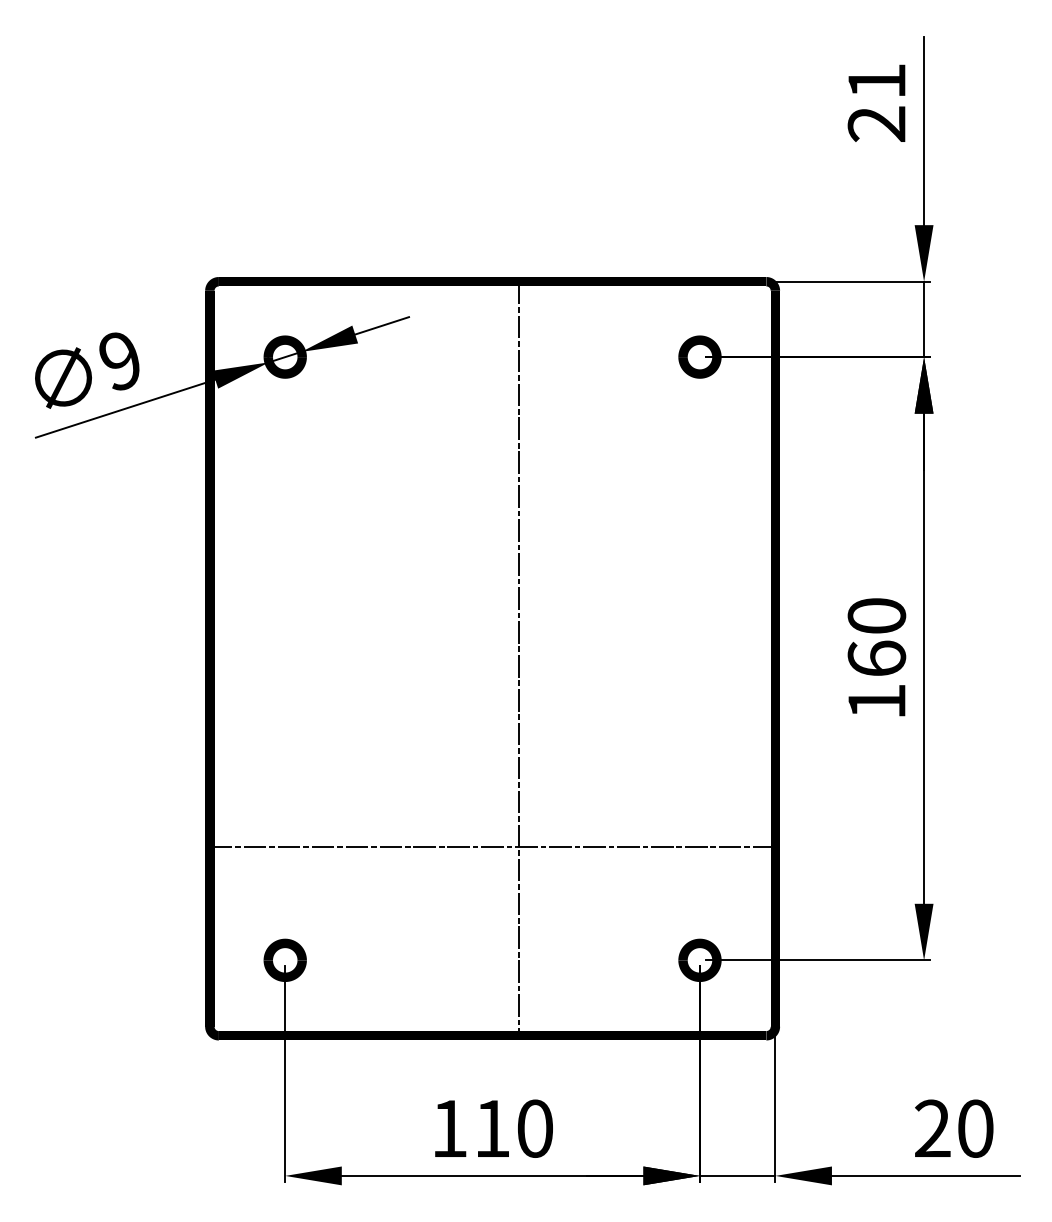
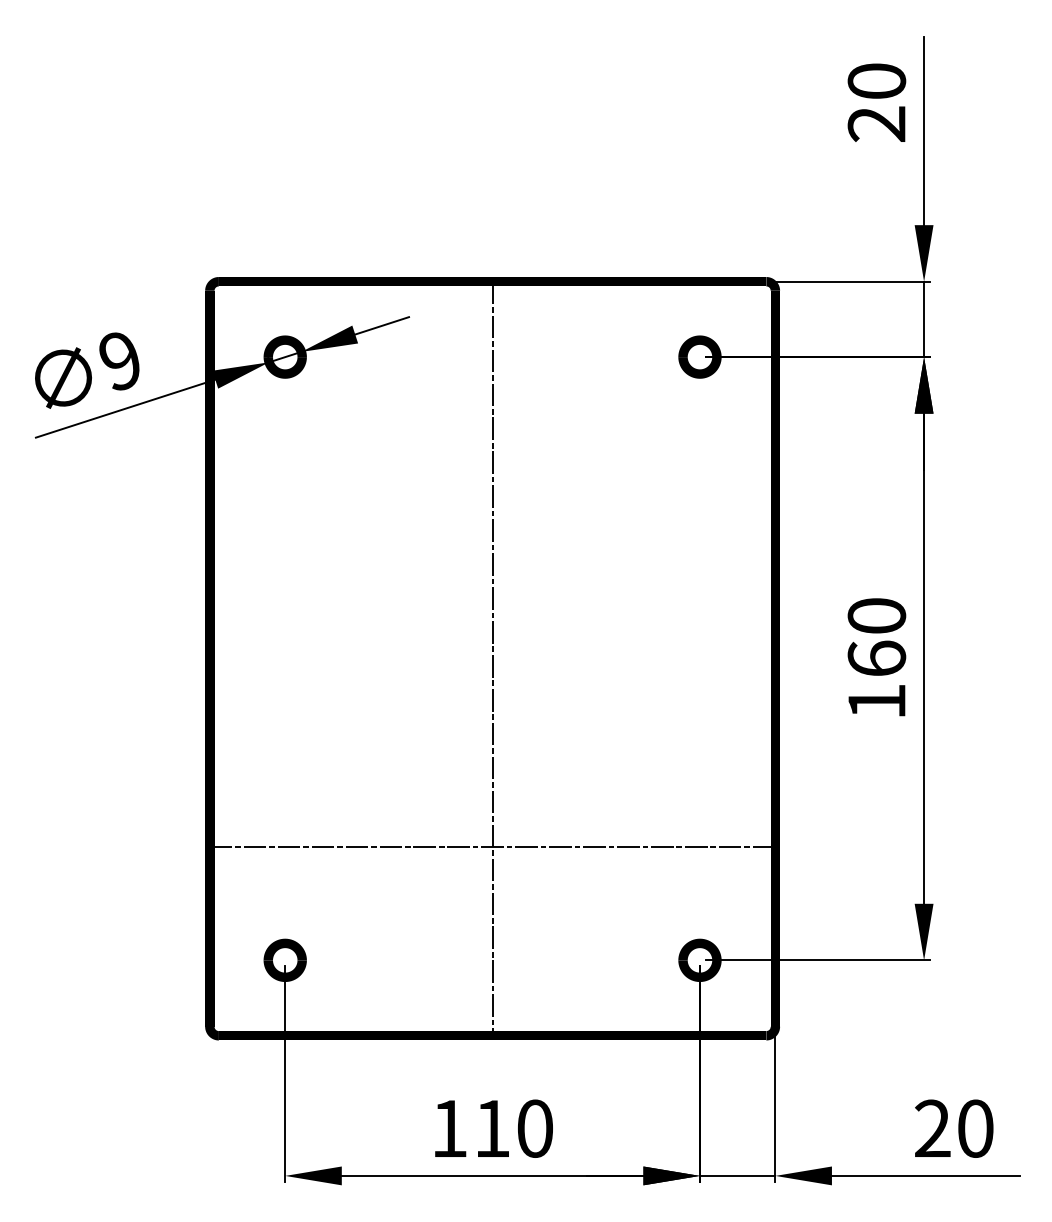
text at (876, 80): 21 -> 20
line at (518, 658) position: (518, 658) -> (492, 658)
